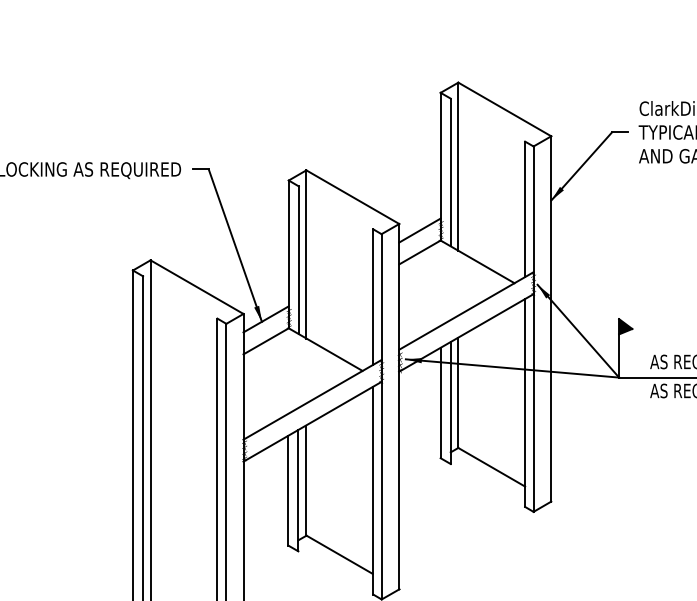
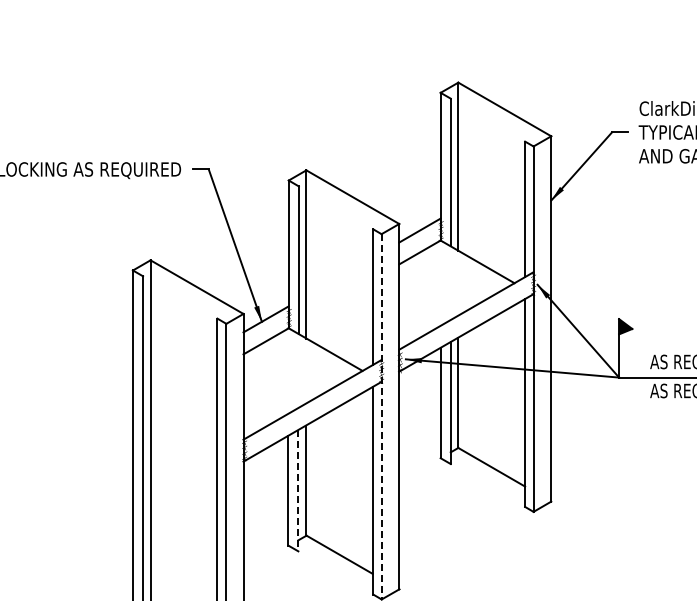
line at (381, 416): solid -> dashed
line at (298, 490): solid -> dashed
